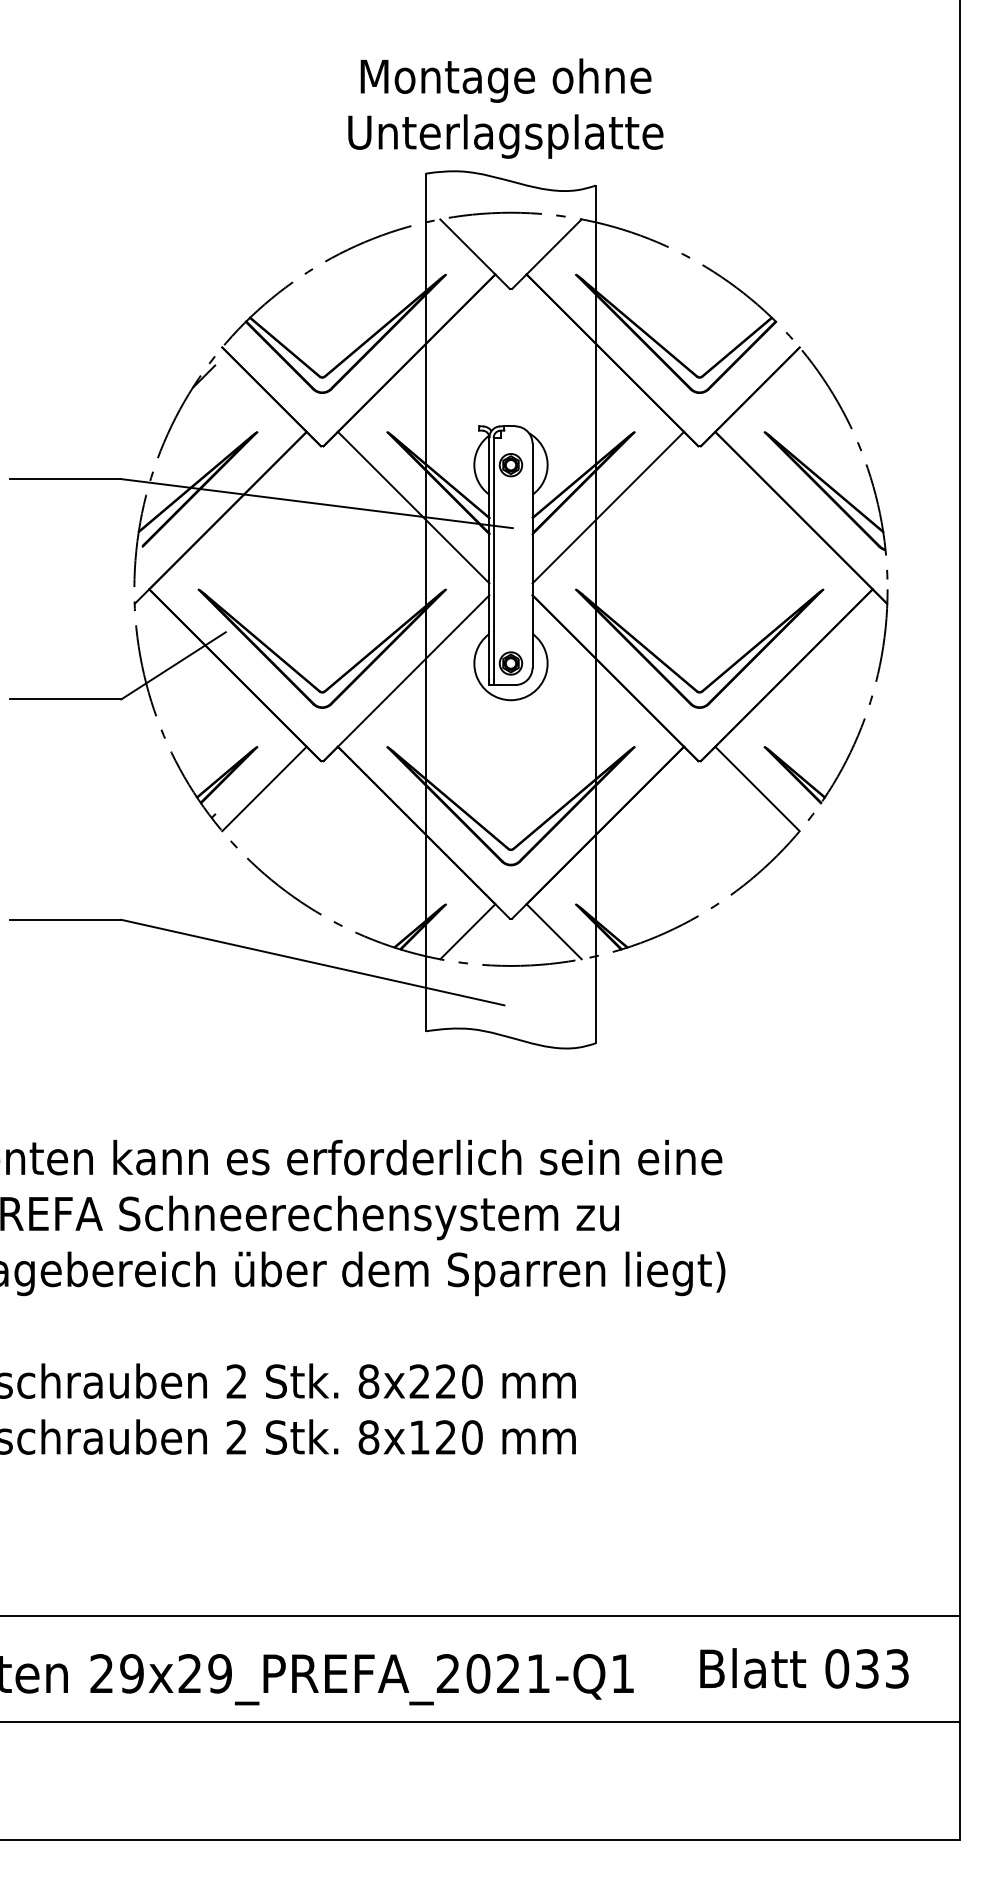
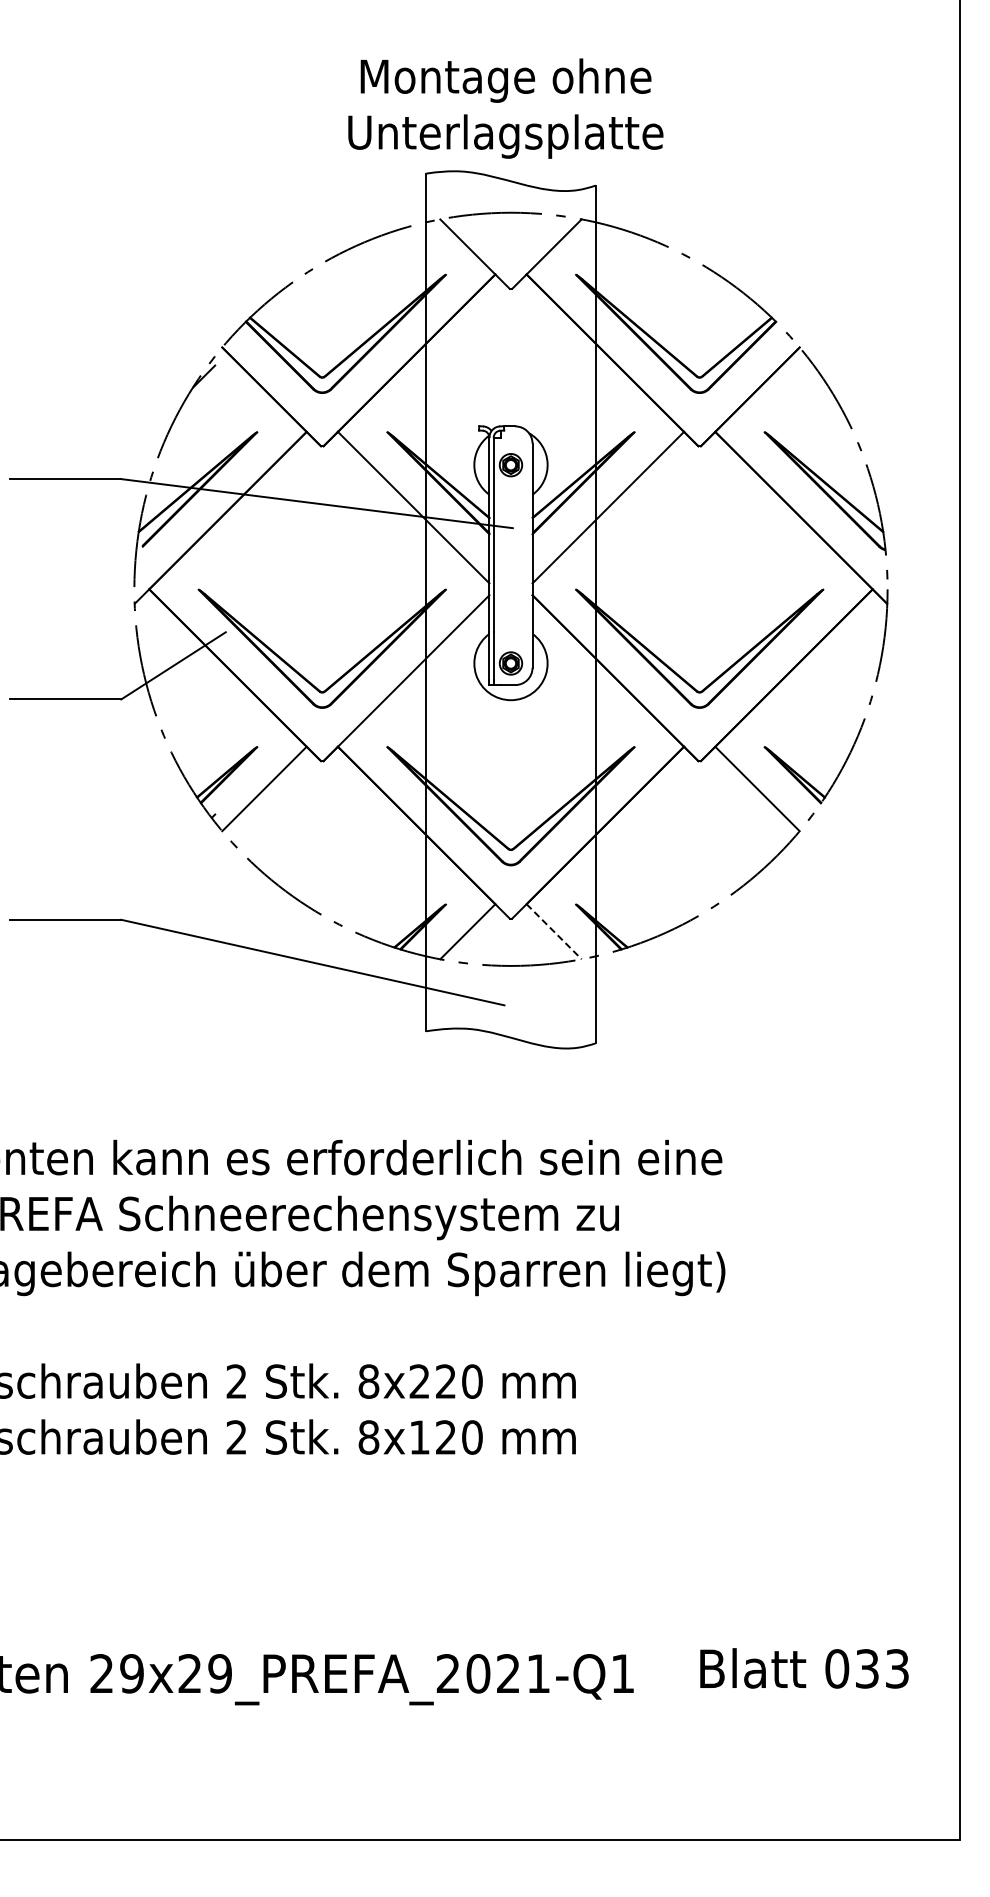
line at (554, 931): solid -> dashed
line at (481, 1616): present -> none
line at (481, 1721): present -> none
